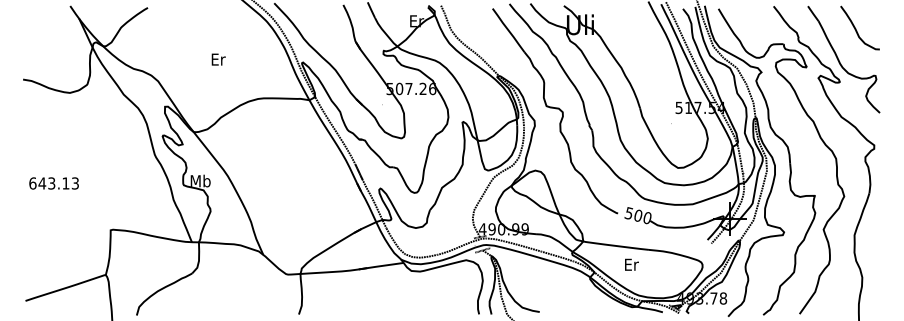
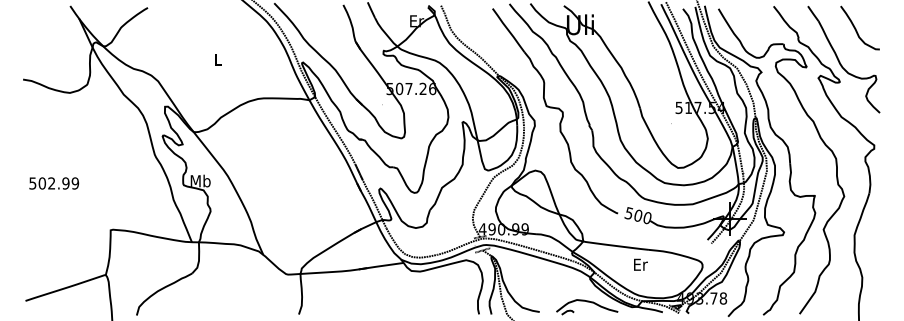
text at (218, 59): Er -> L
text at (54, 183): 643.13 -> 502.99
text at (631, 264) position: (631, 264) -> (640, 264)
part at (587, 307): none -> present
